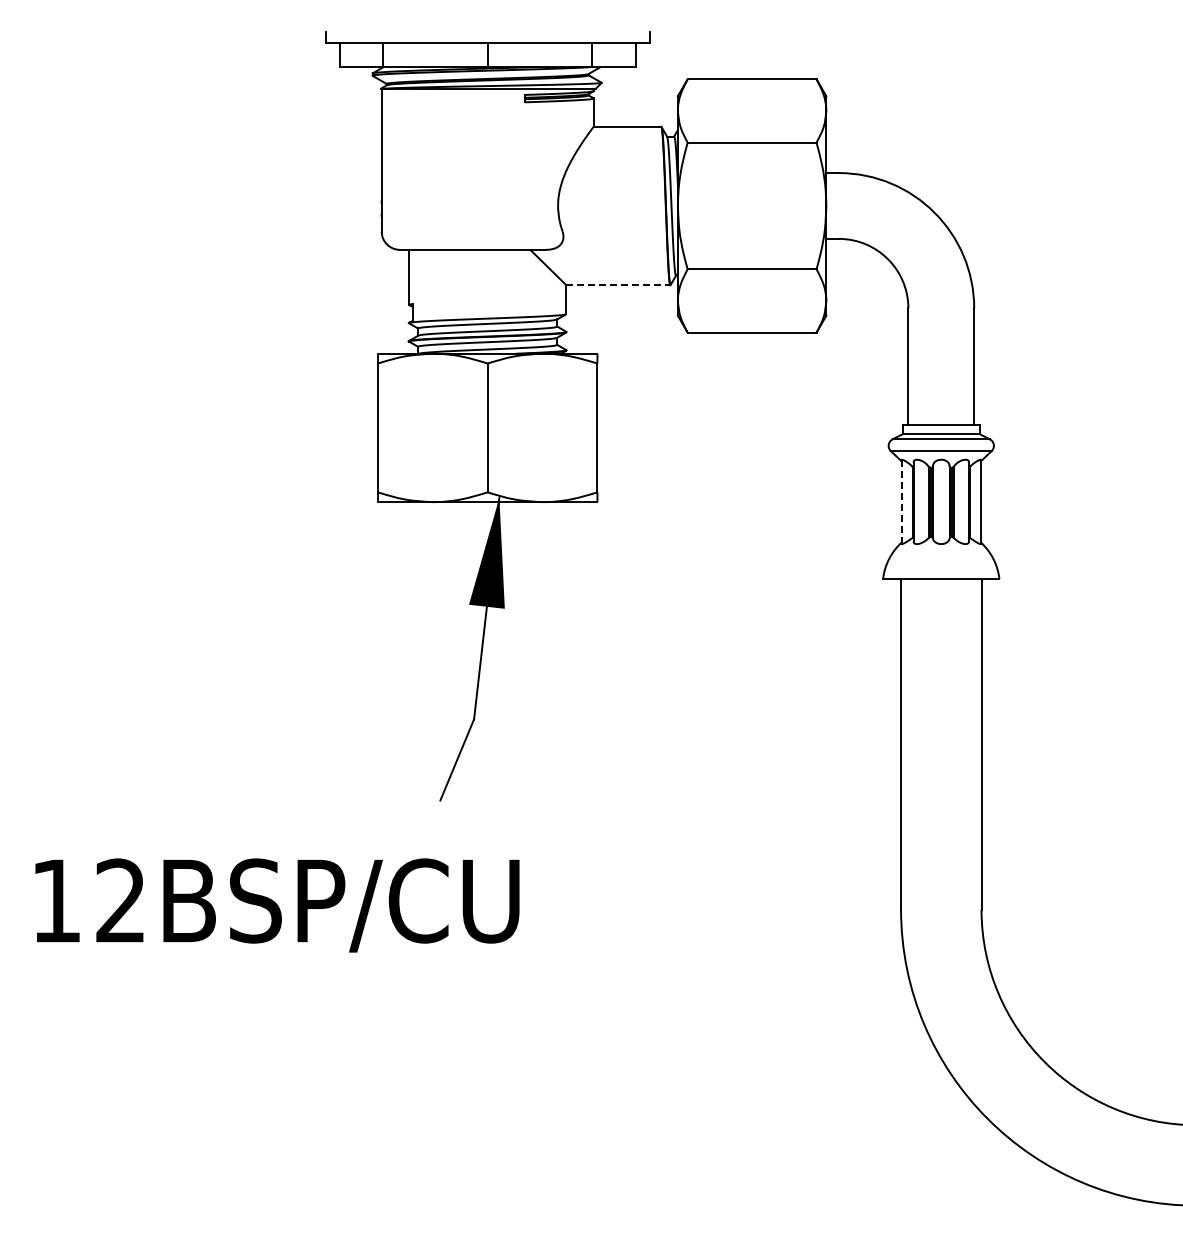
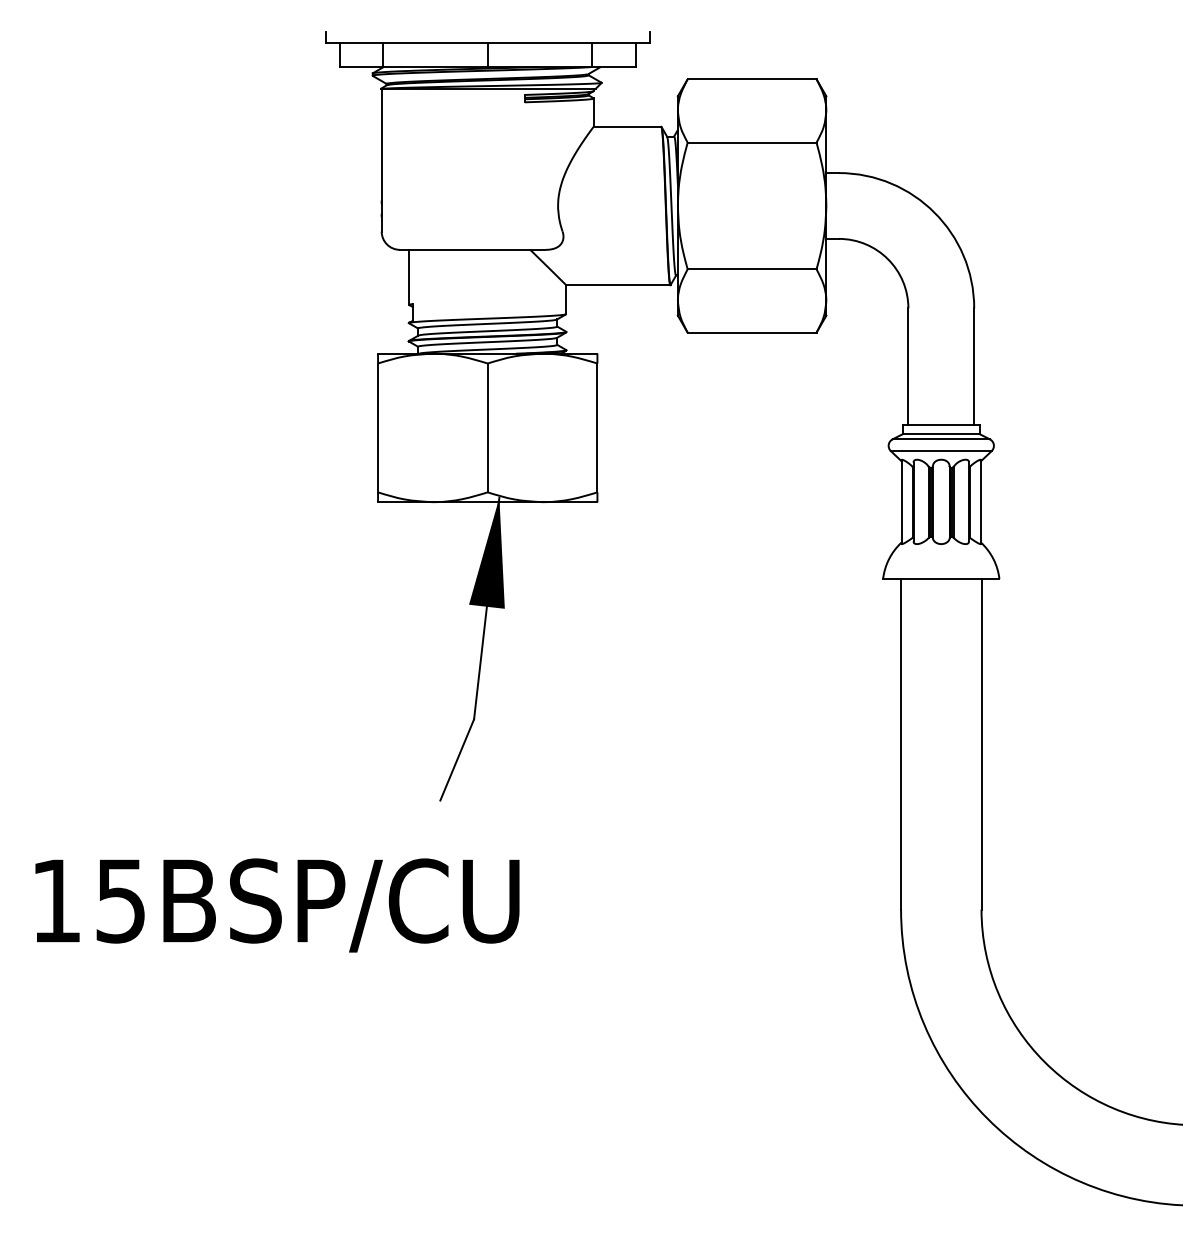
line at (618, 285): dashed -> solid
line at (901, 501): dashed -> solid
text at (120, 900): 12BSP/CU -> 15BSP/CU
